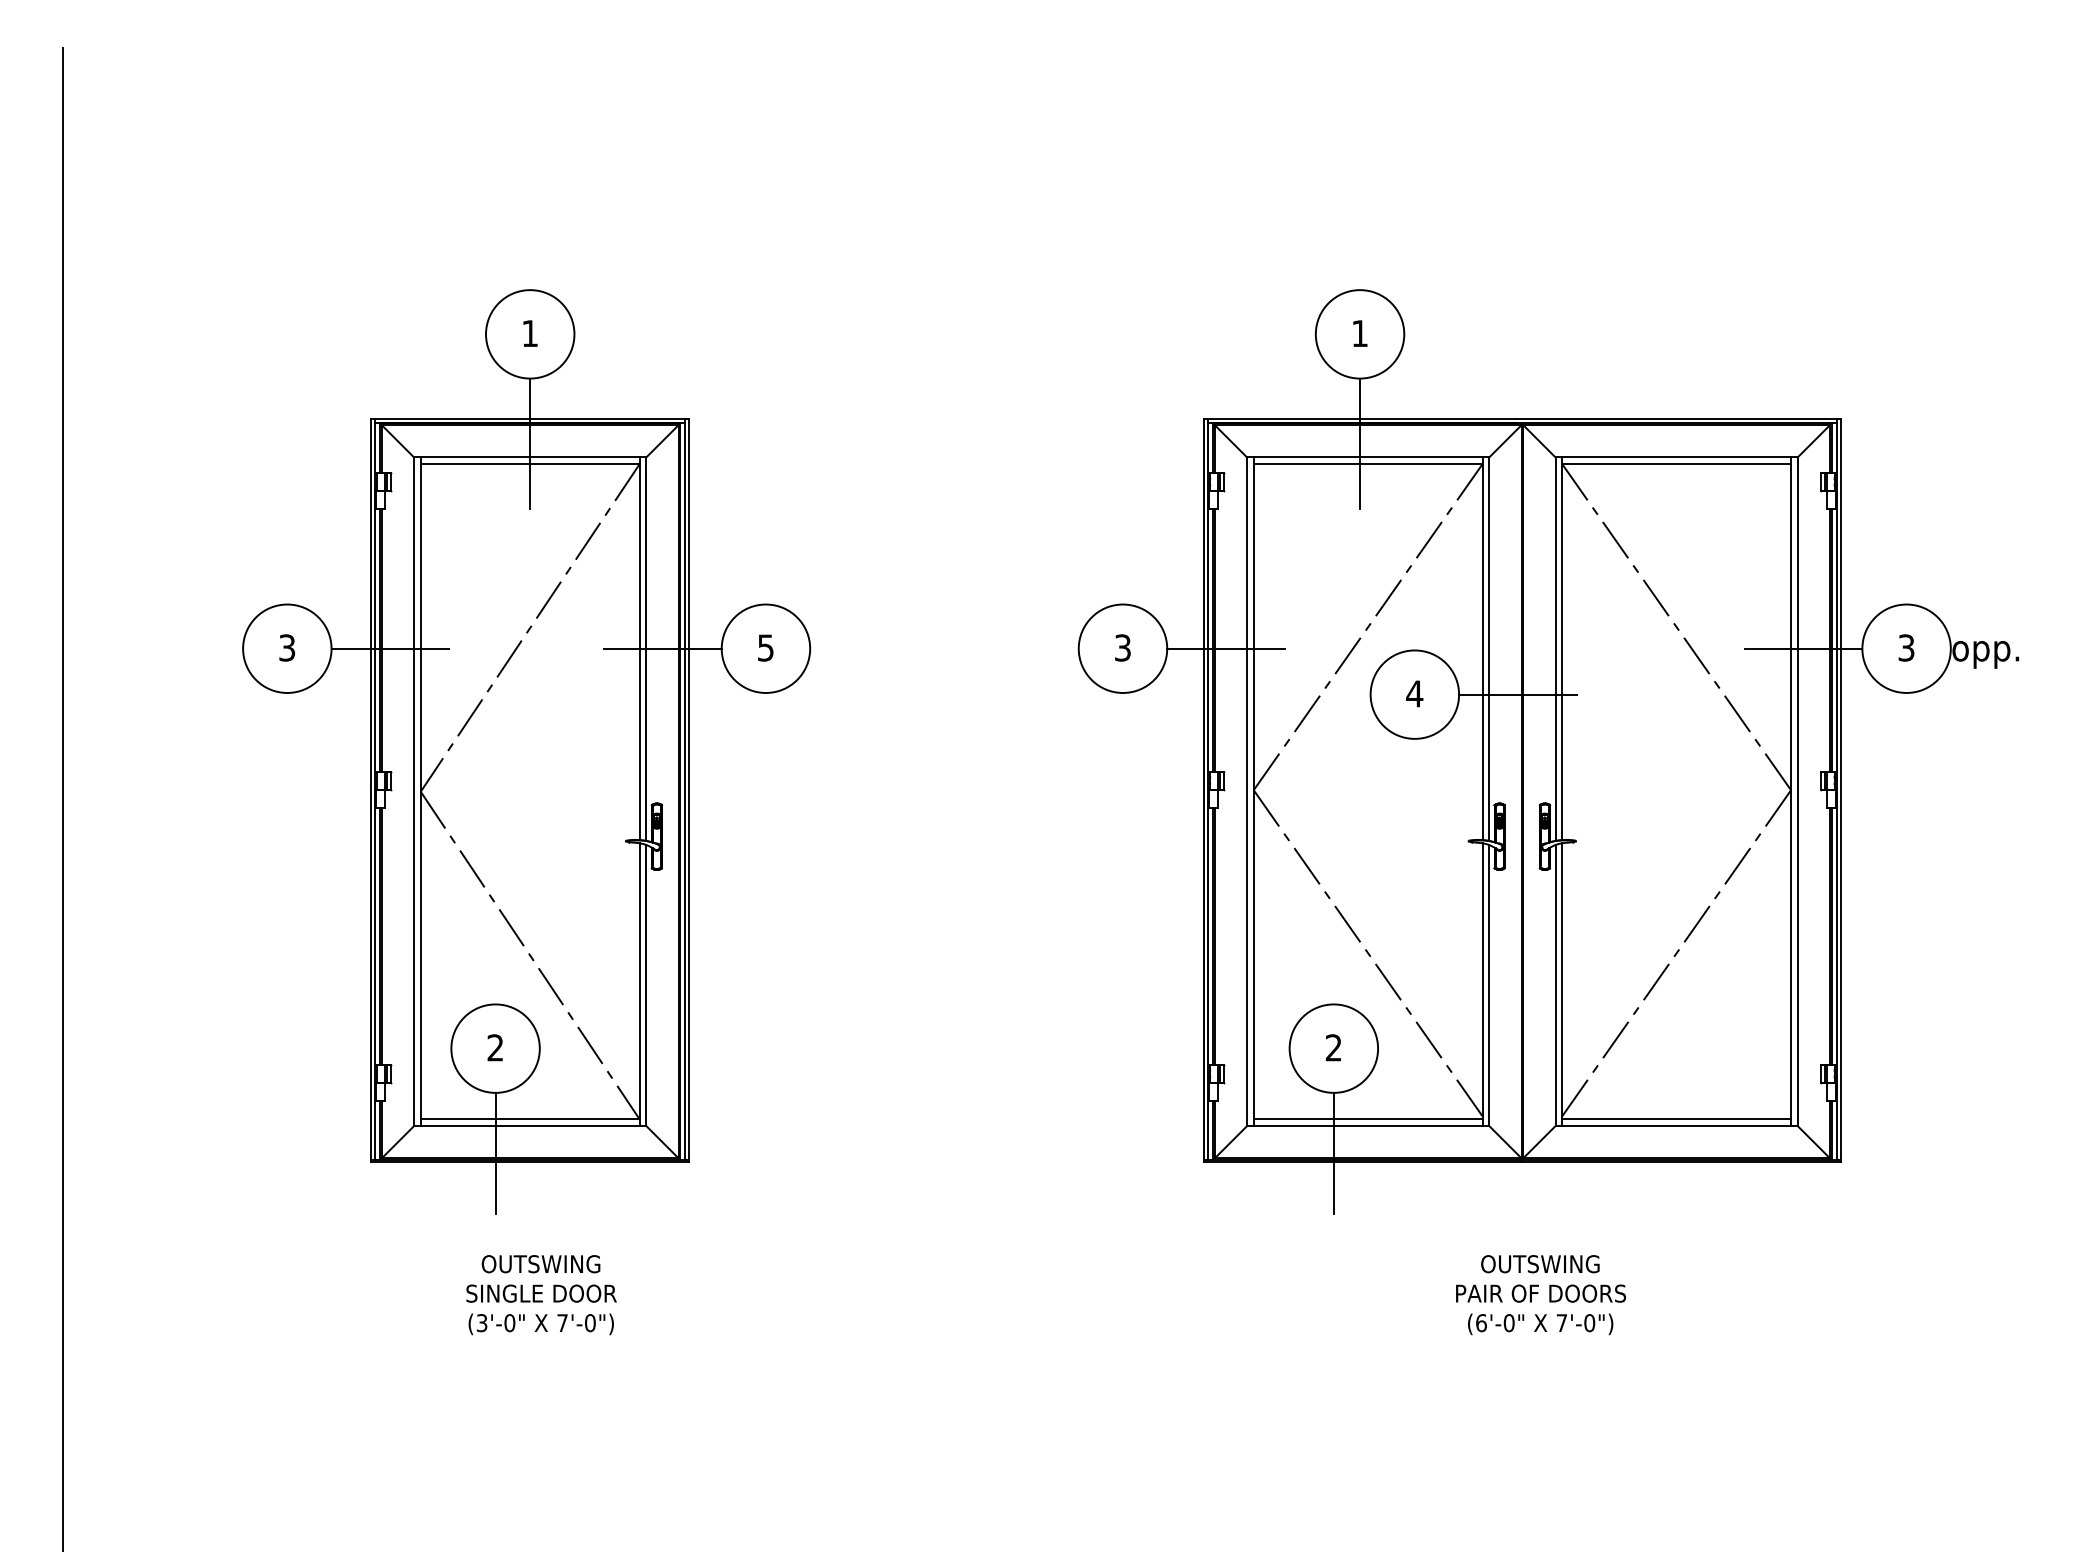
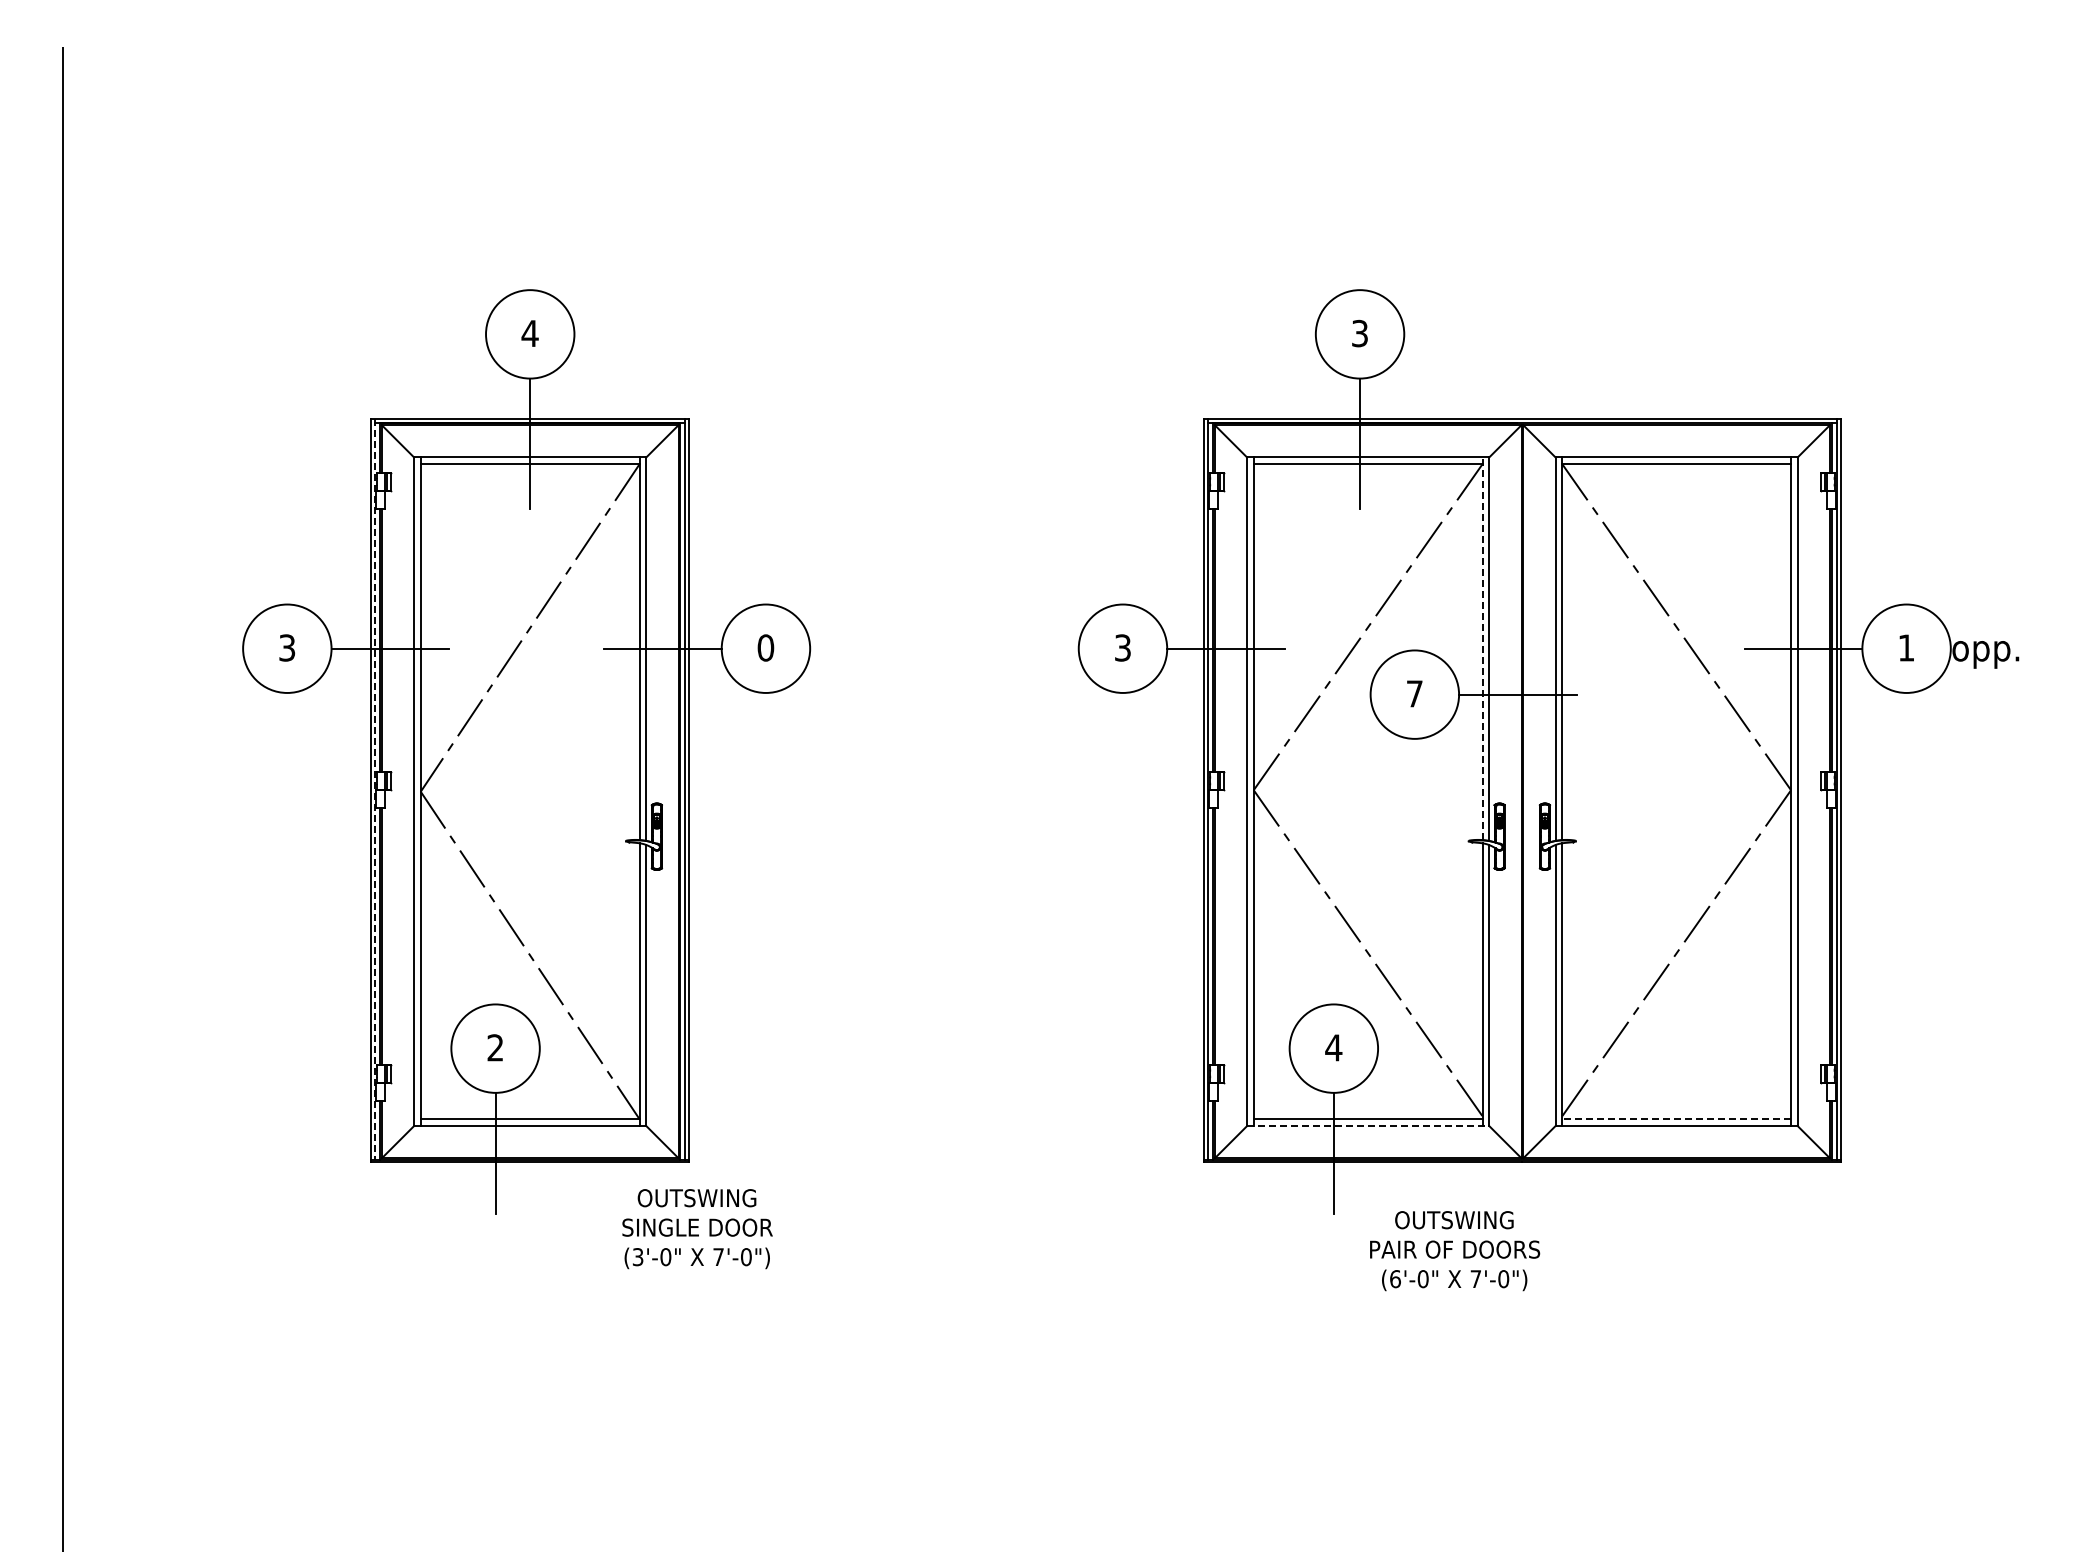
text at (529, 333): 1 -> 4
text at (1359, 333): 1 -> 3
text at (765, 647): 5 -> 0
text at (1906, 647): 3 -> 1
line at (1482, 648): solid -> dashed
text at (1414, 693): 4 -> 7
line at (375, 789): solid -> dashed
text at (1333, 1047): 2 -> 4
line at (1676, 1119): solid -> dashed
line at (1368, 1126): solid -> dashed
text at (541, 1295) position: (541, 1295) -> (697, 1229)
text at (1541, 1295) position: (1541, 1295) -> (1455, 1251)
